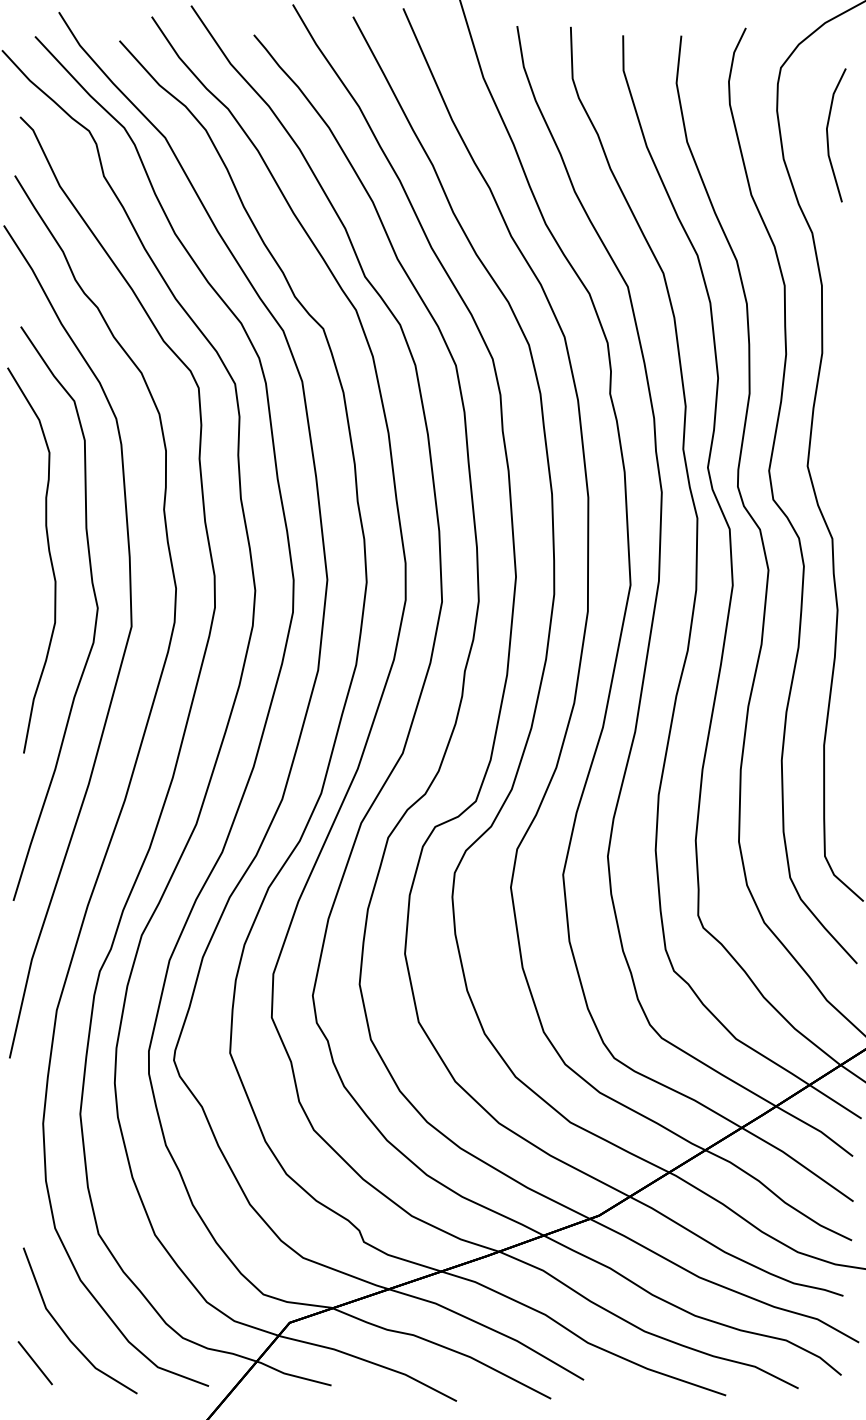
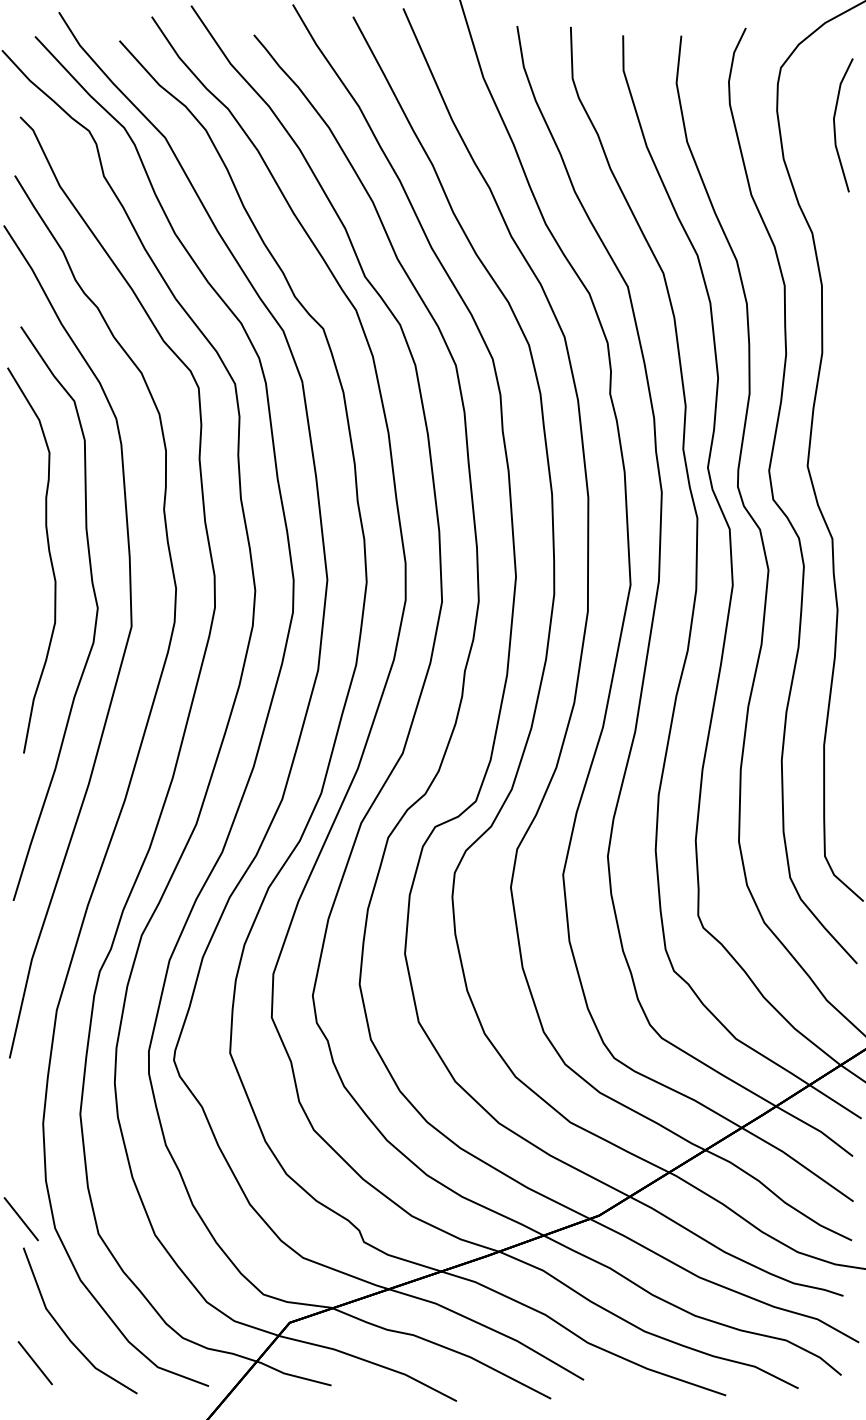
line at (828, 135) position: (828, 135) -> (835, 125)
line at (20, 1219): none -> present
